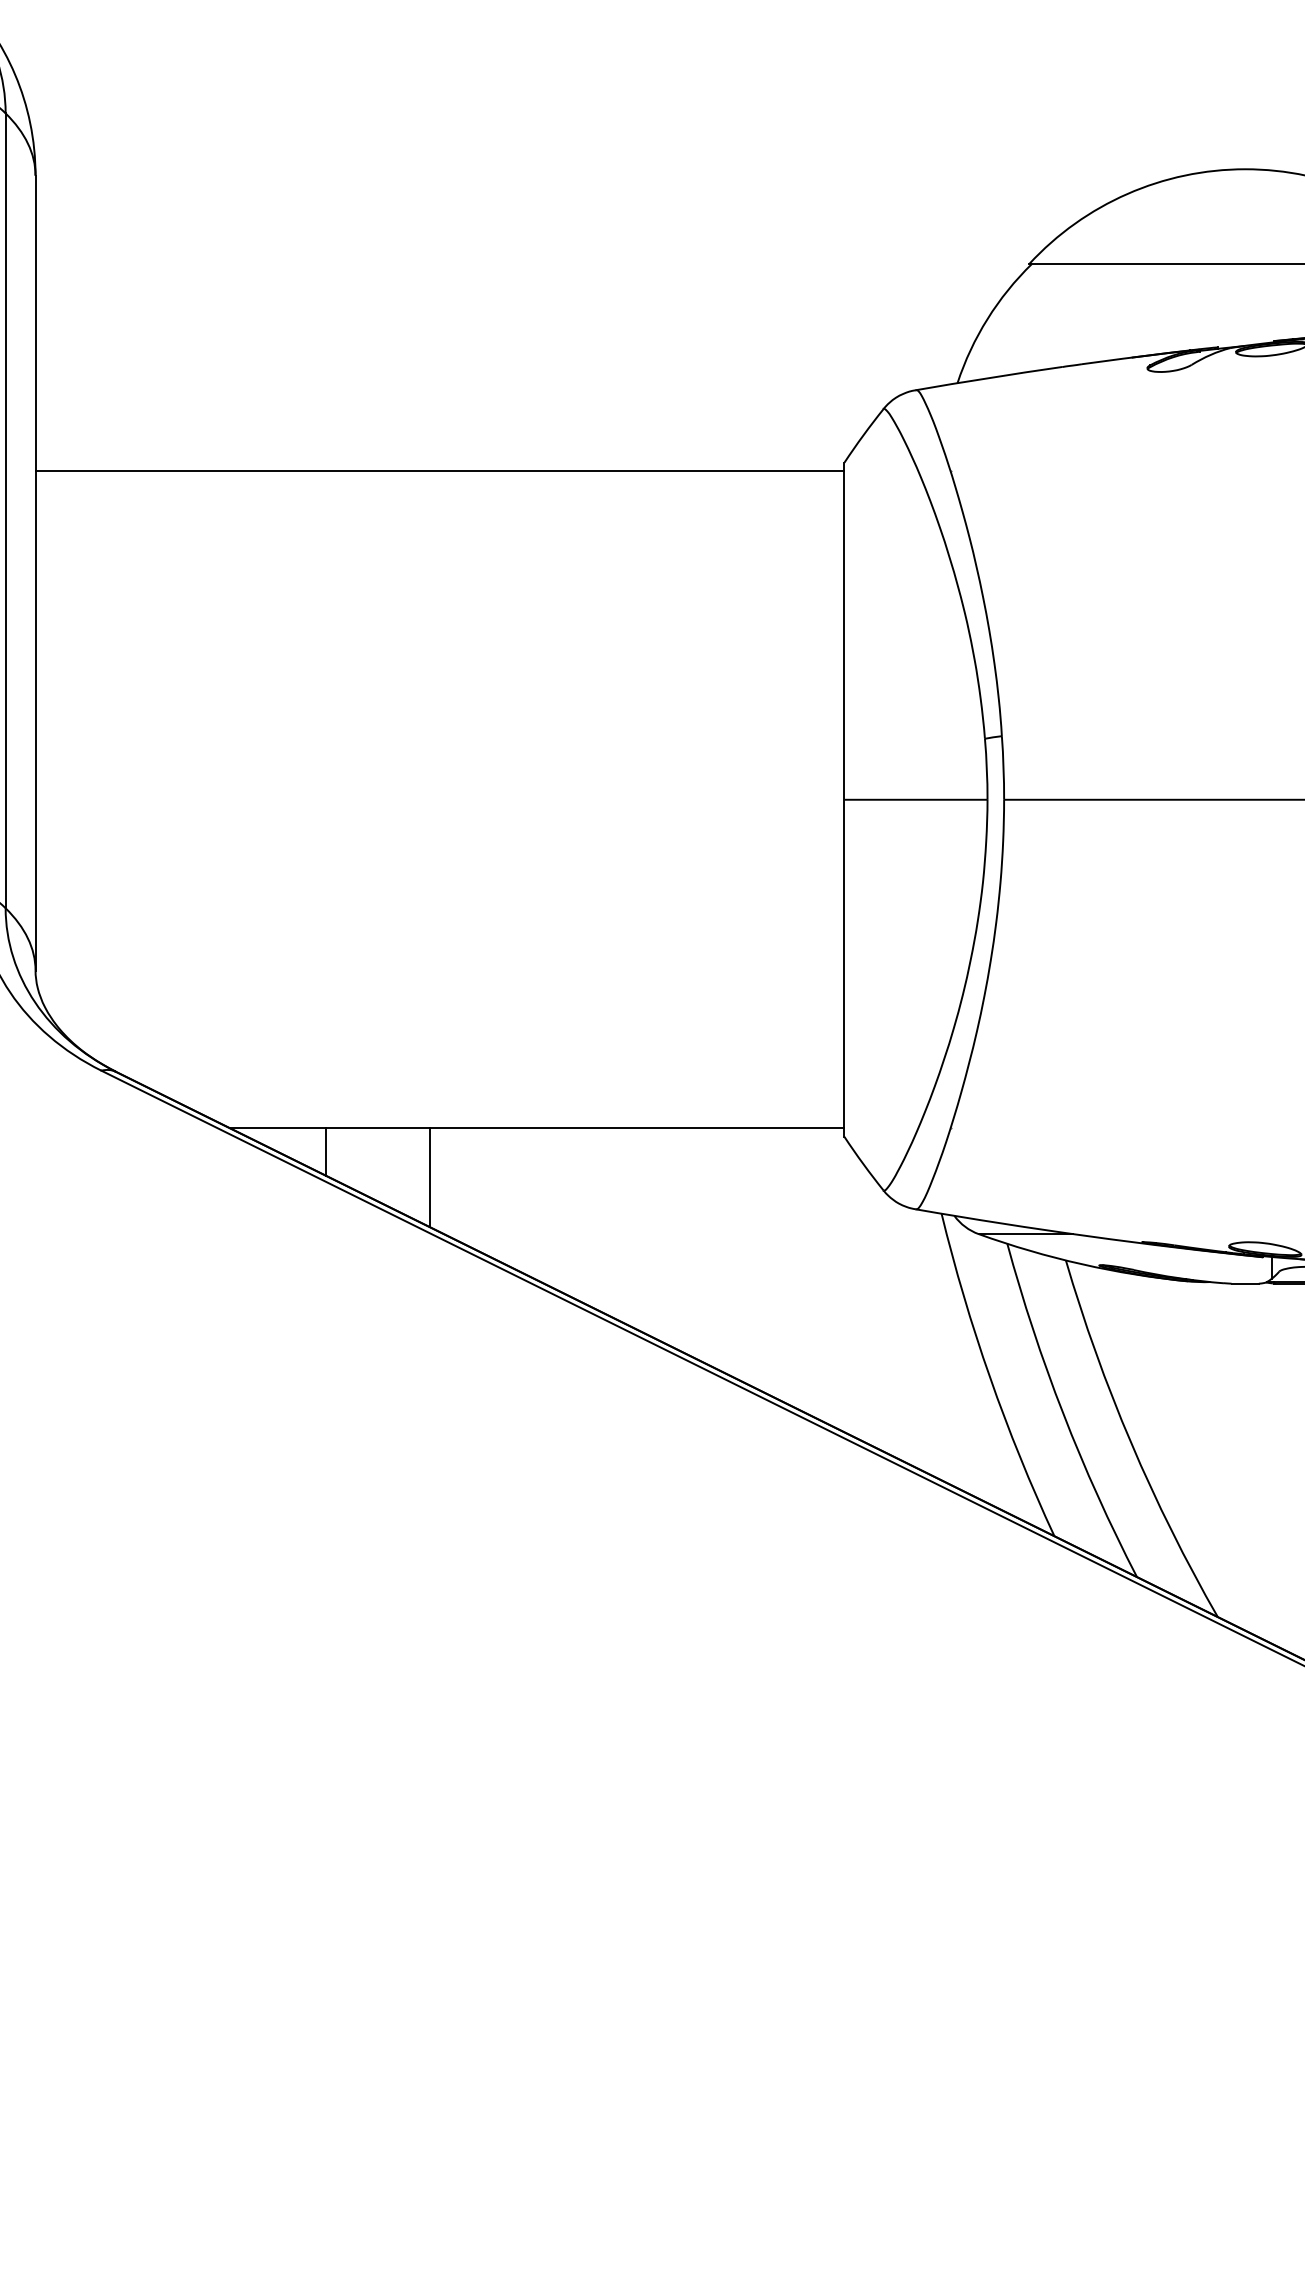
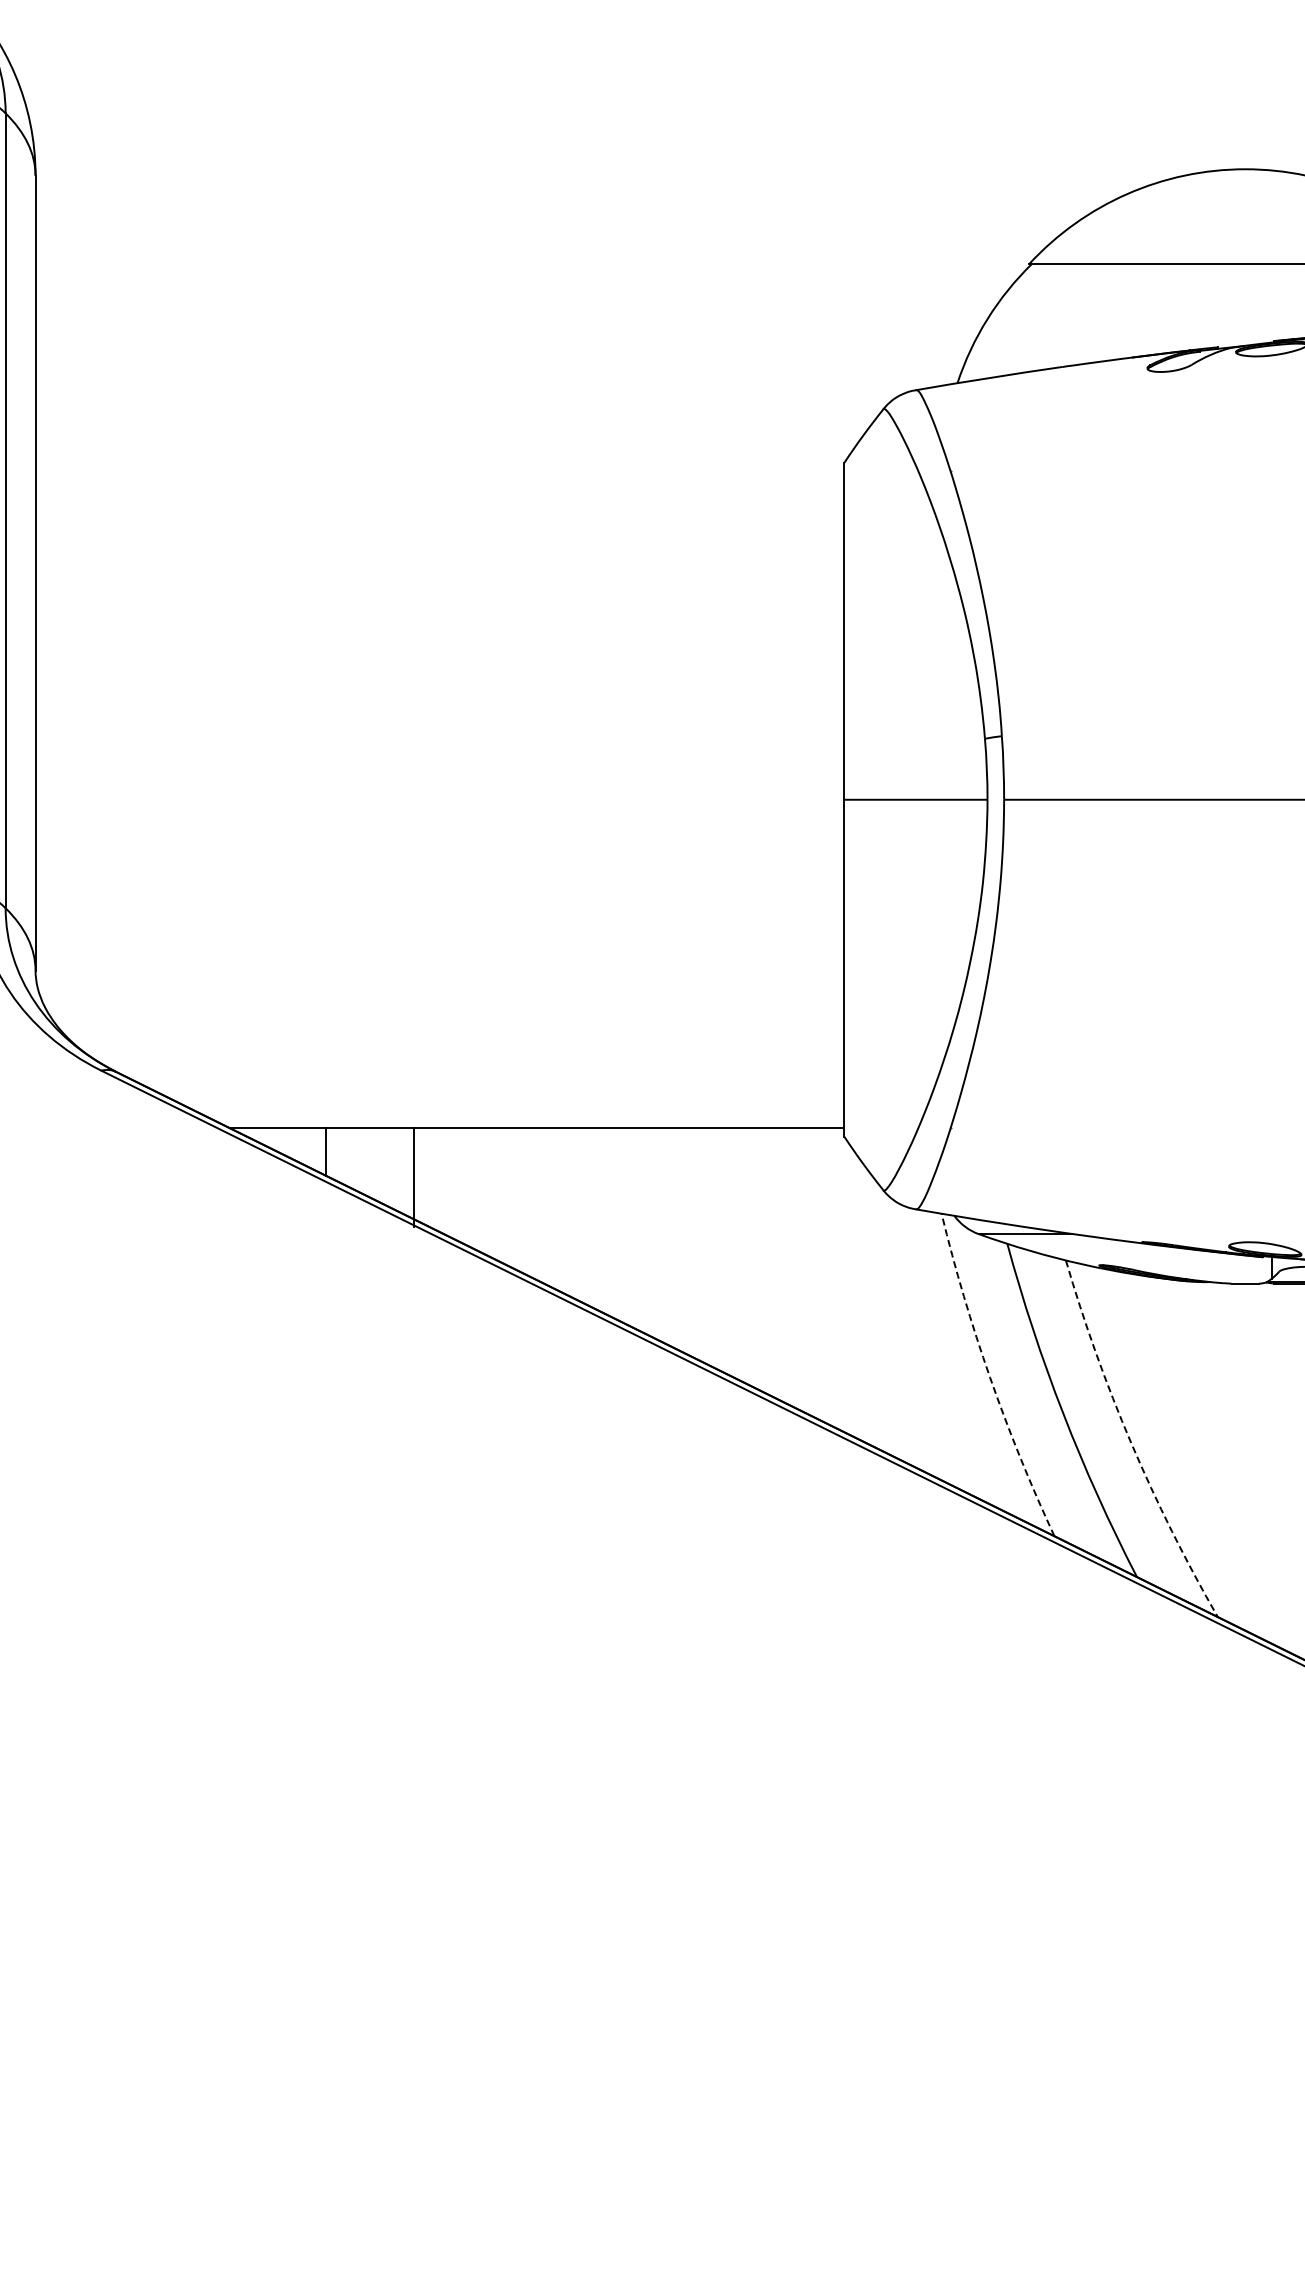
line at (439, 471): present -> none
line at (429, 1177) position: (429, 1177) -> (413, 1177)
arc at (990, 1377): solid -> dashed
arc at (1131, 1443): solid -> dashed
